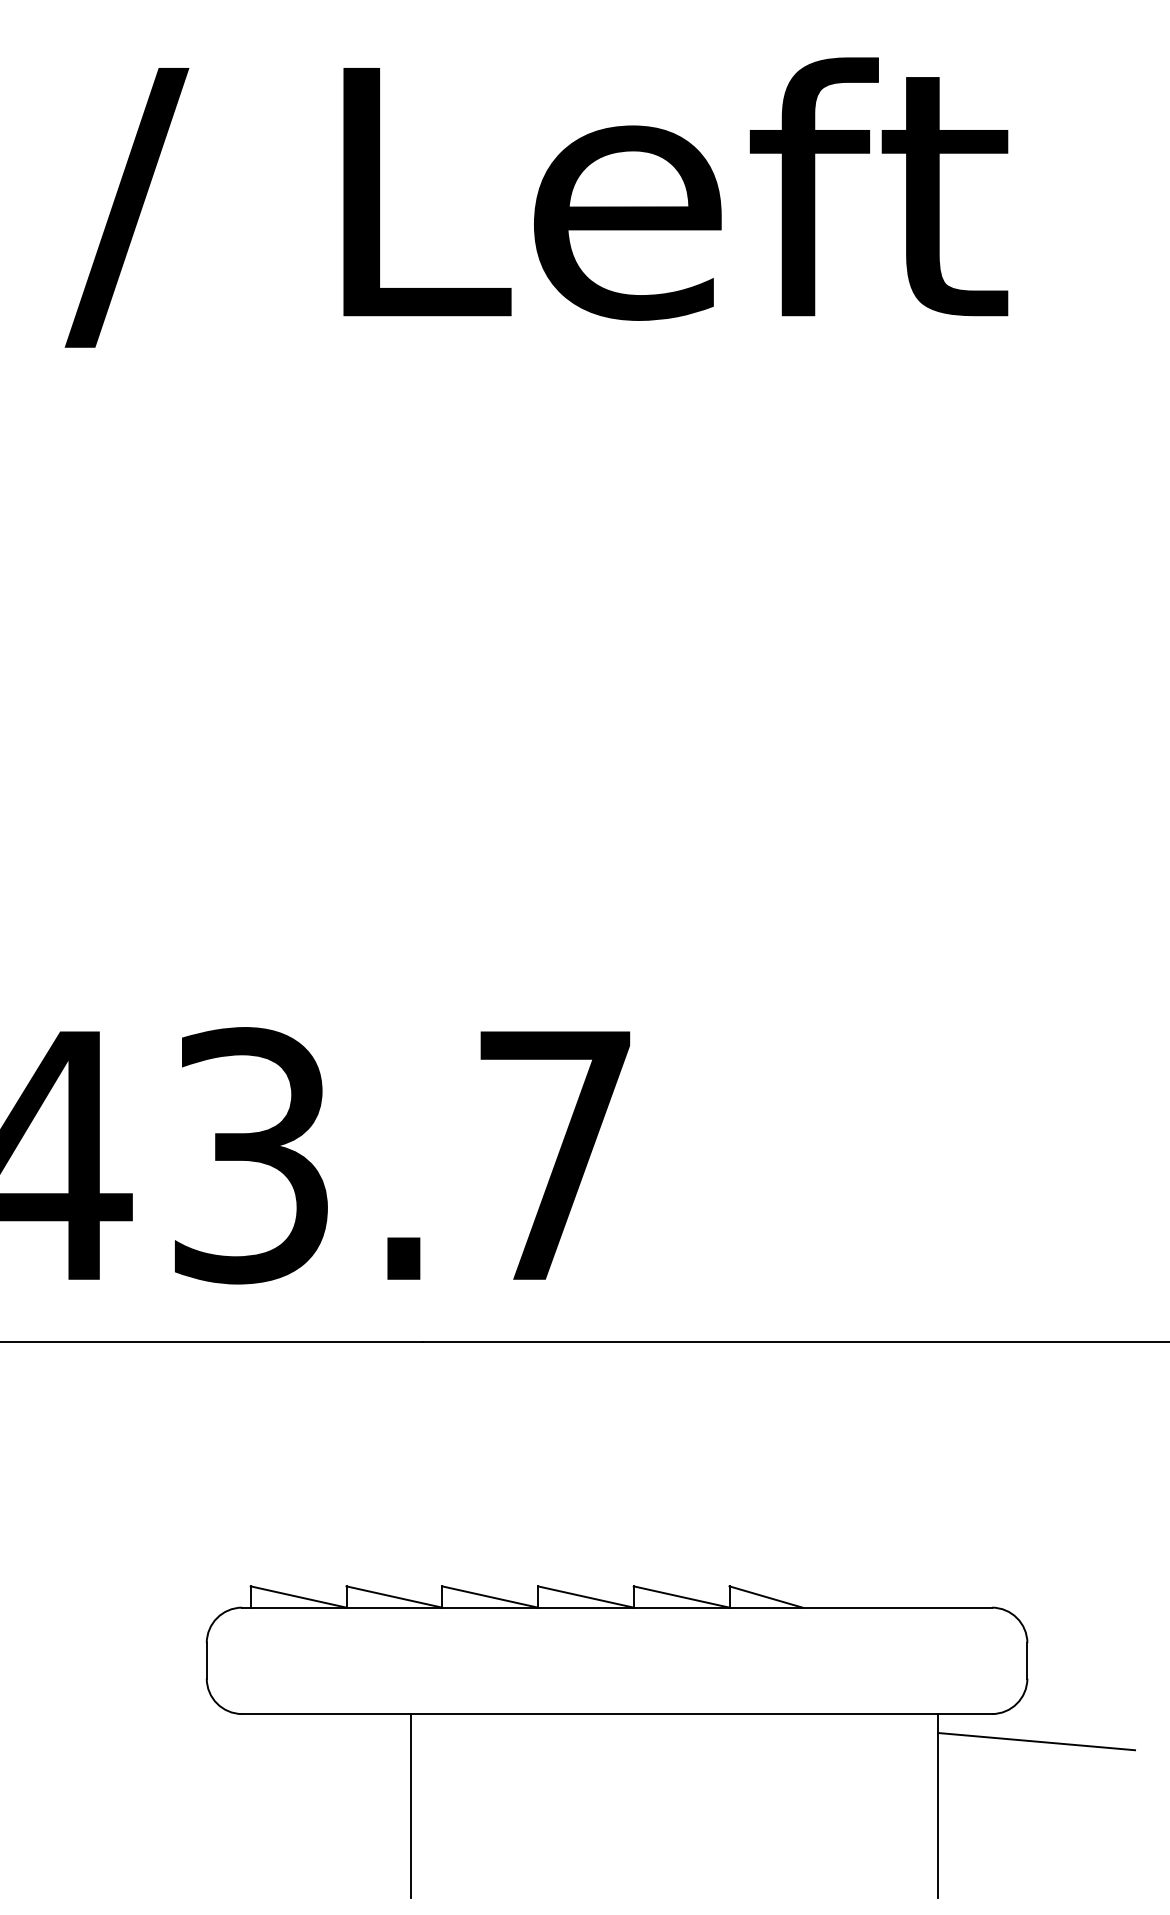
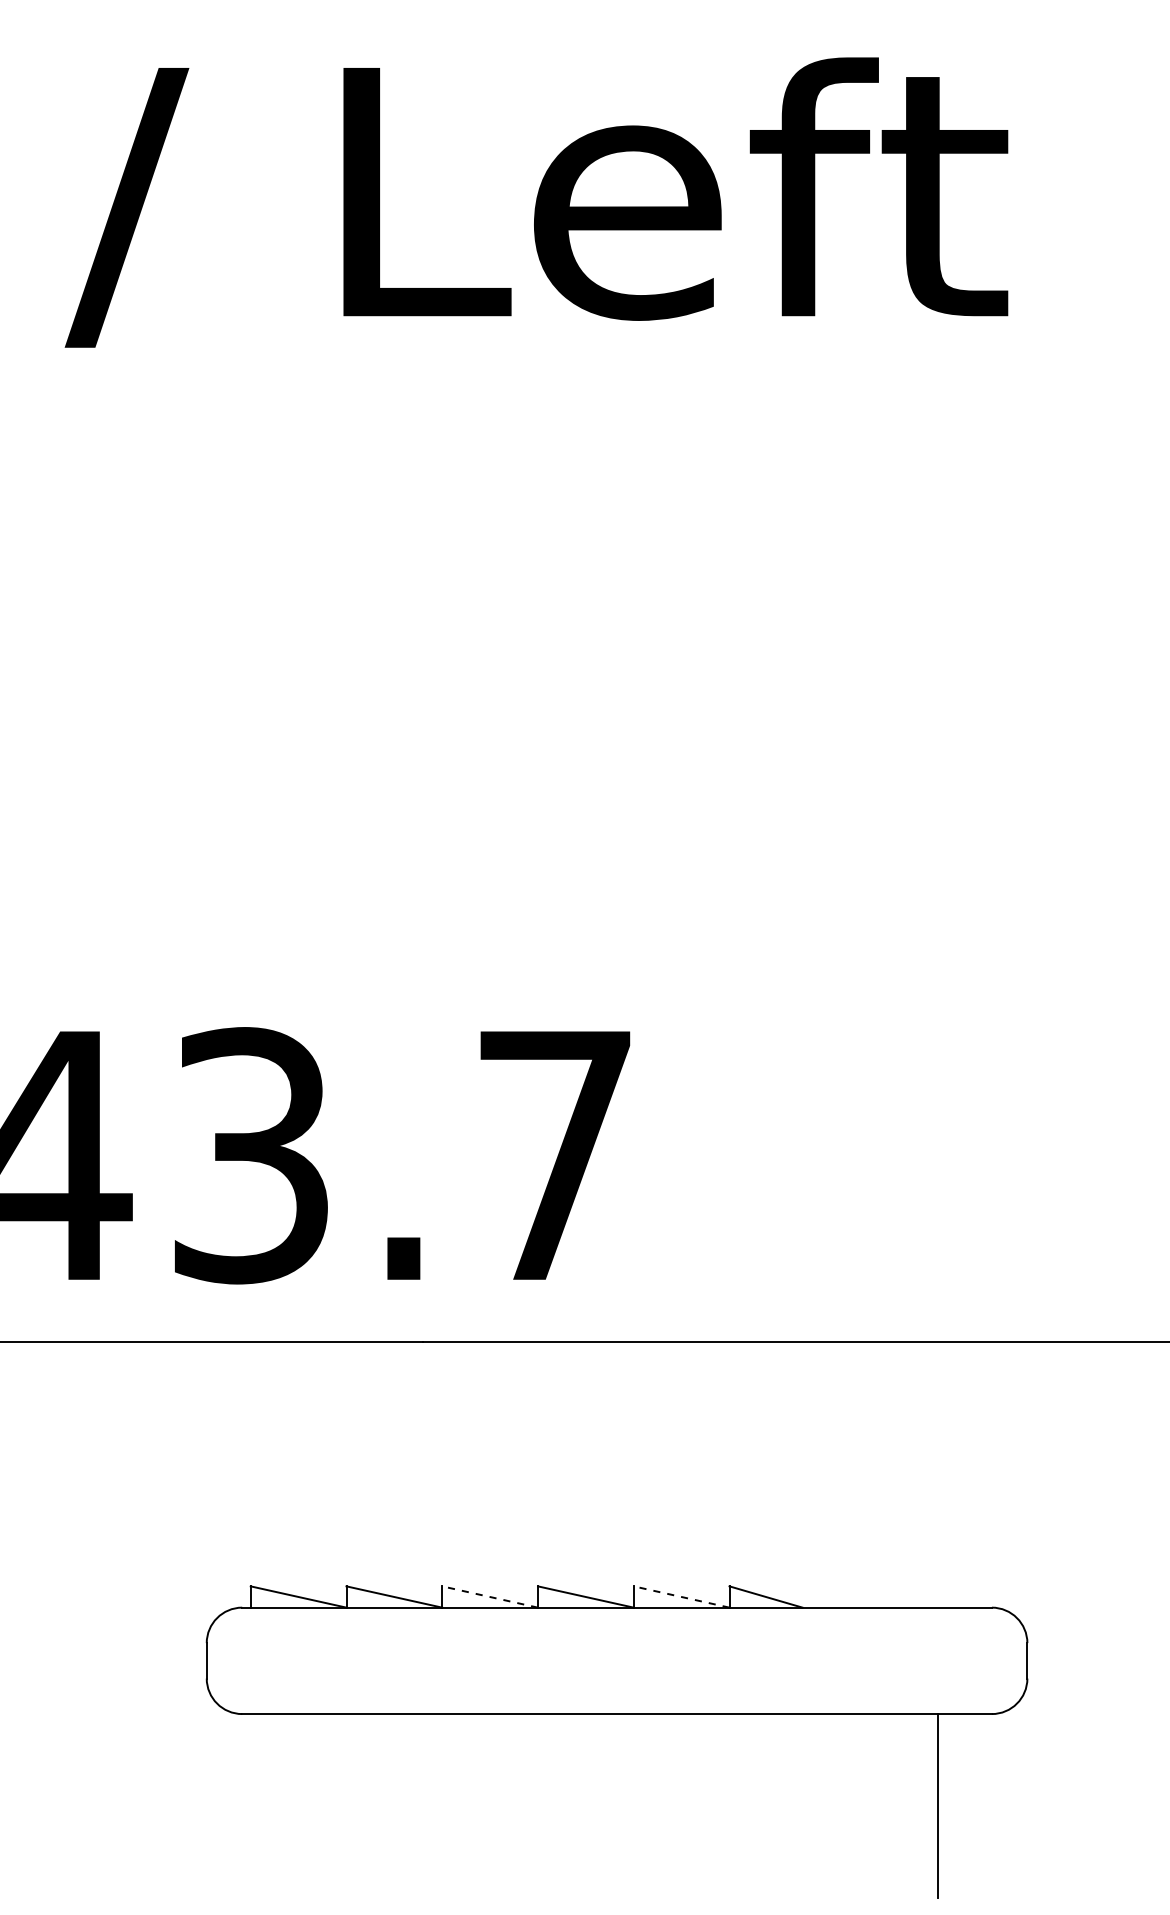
line at (489, 1596): solid -> dashed
line at (681, 1596): solid -> dashed
line at (1036, 1741): present -> none
line at (410, 1806): present -> none
